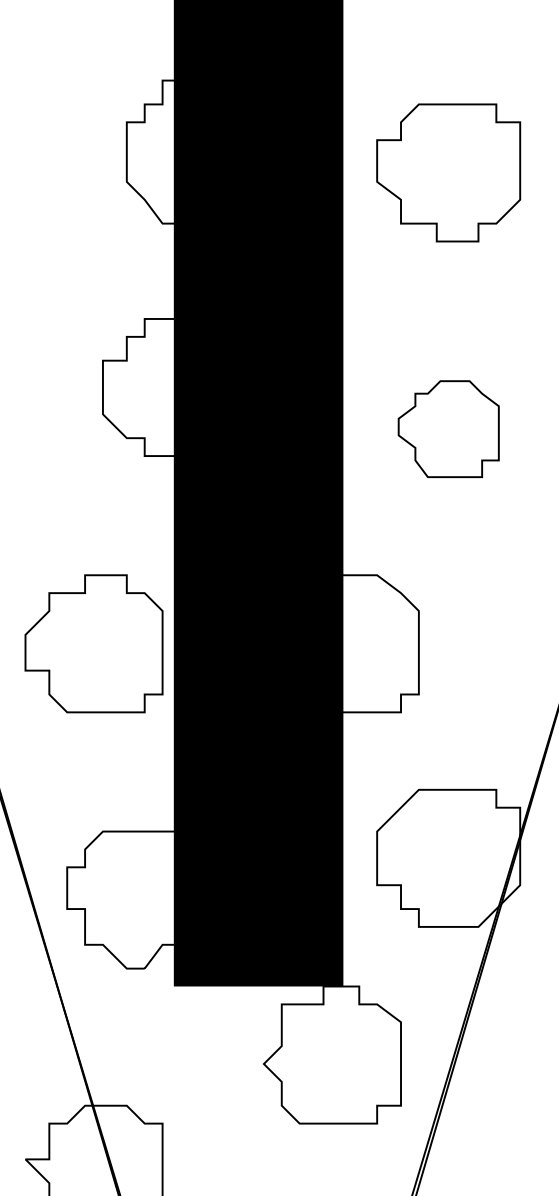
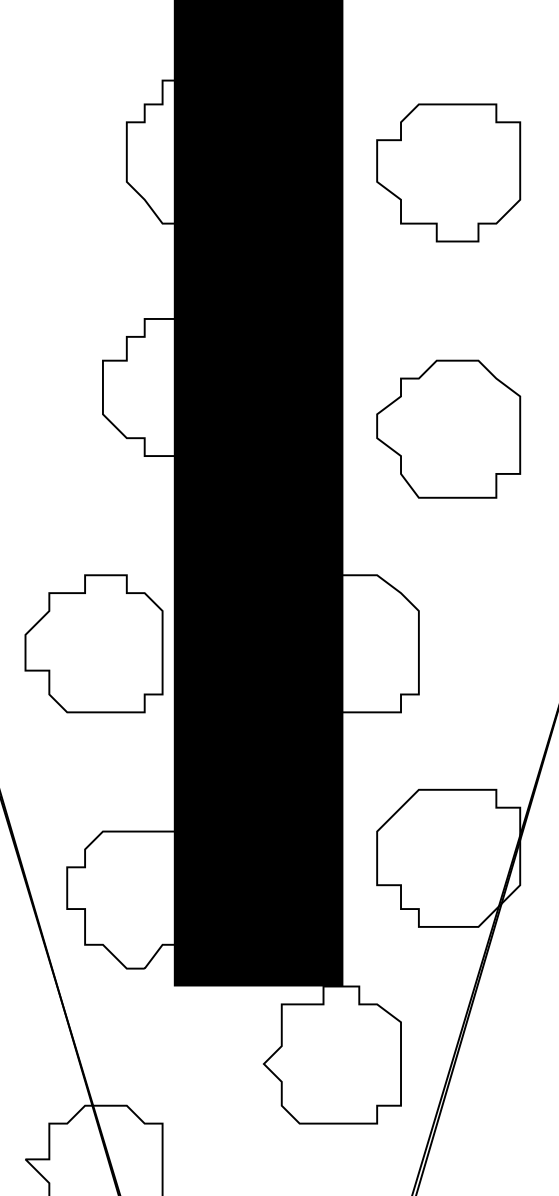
part at (448, 428) size: 103x98 px -> 146x140 px
